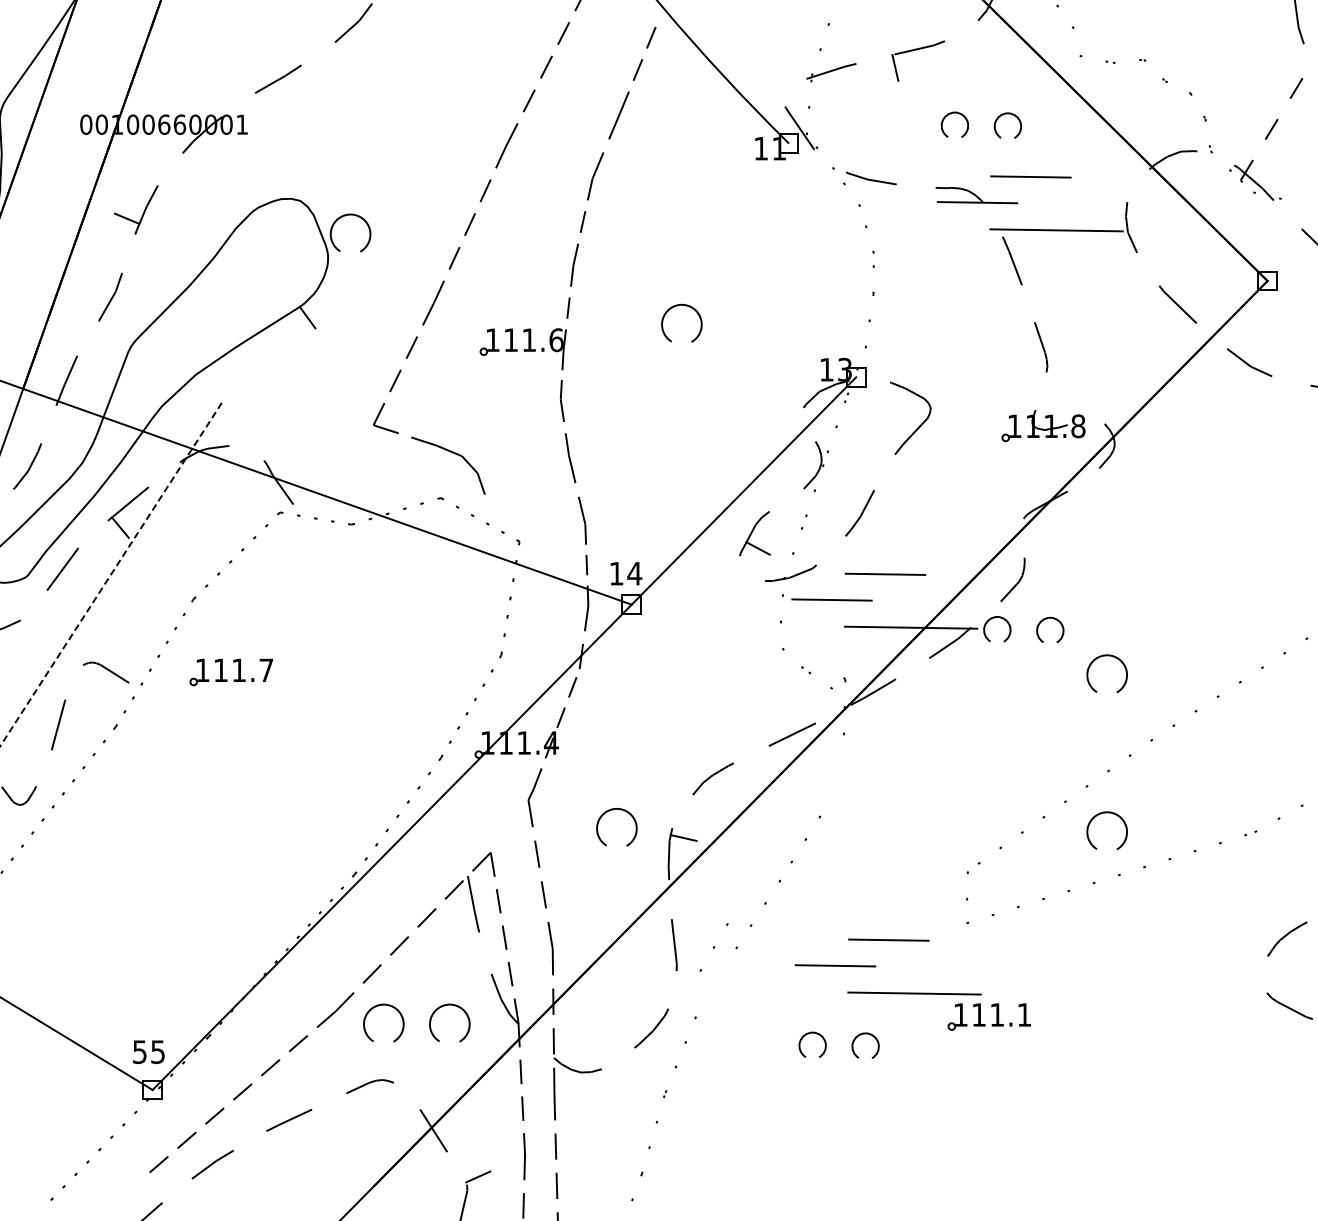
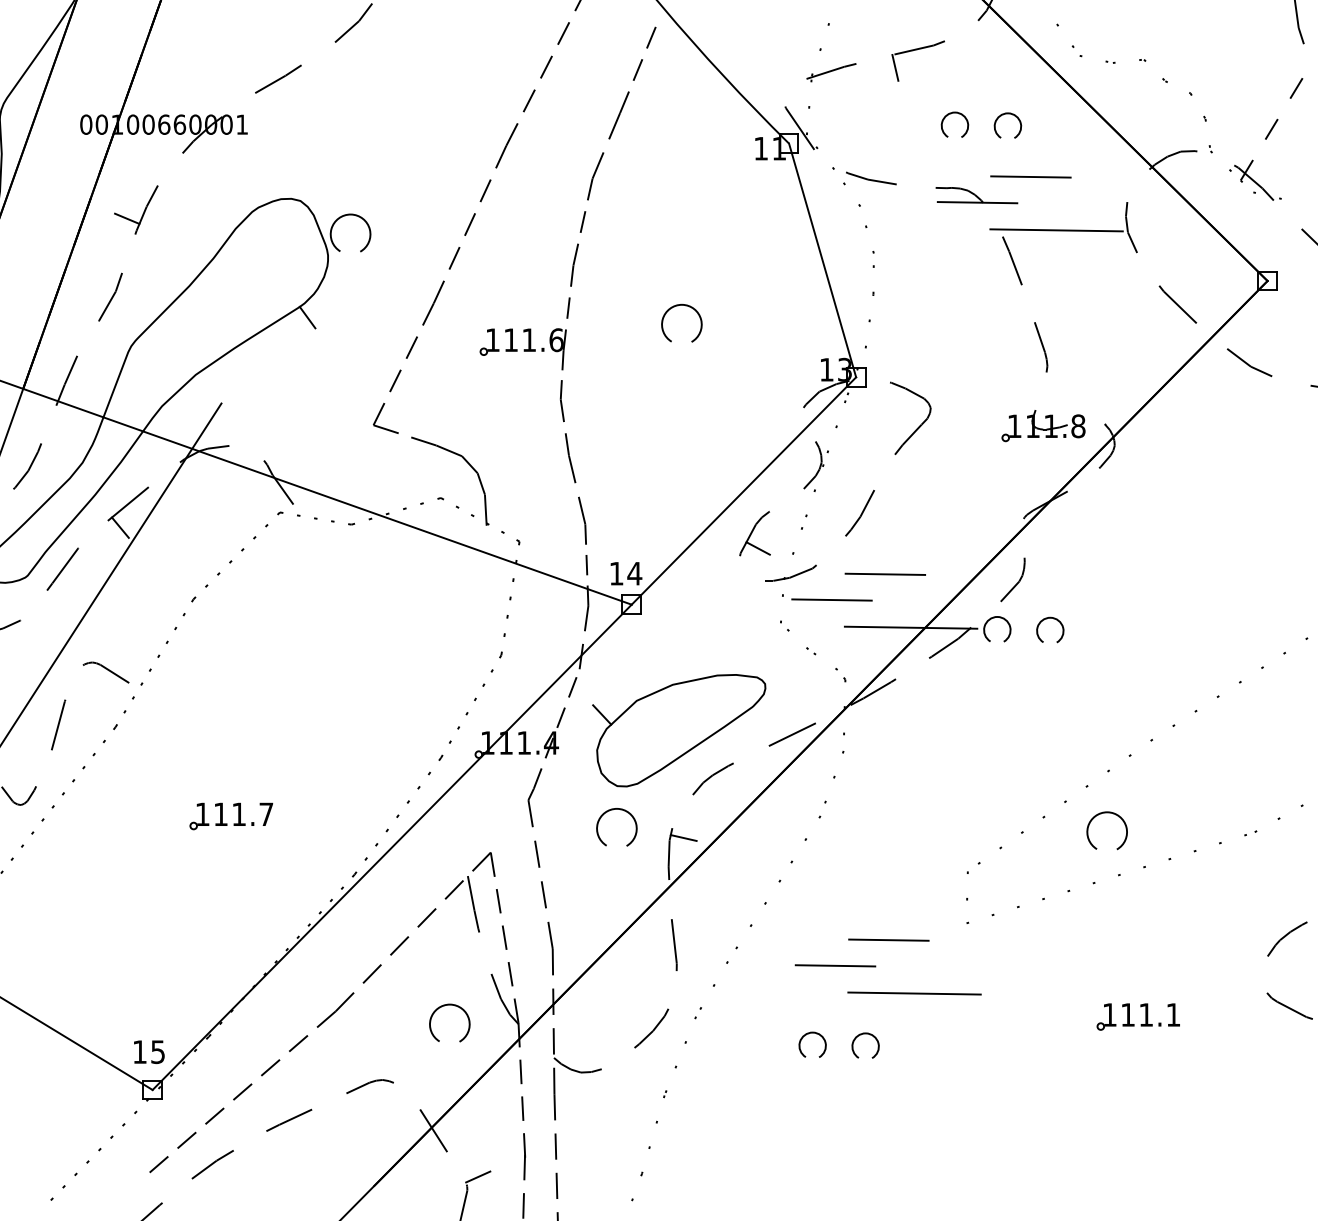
line at (1058, 7) position: (1058, 7) -> (1058, 26)
line at (822, 260): none -> present
line at (485, 509): none -> present
line at (111, 574): dashed -> solid
part at (1101, 657): present -> none
part at (807, 668) position: (807, 668) -> (812, 649)
part at (238, 672) position: (238, 672) -> (238, 816)
part at (679, 730): none -> present
line at (834, 777): none -> present
line at (713, 947) position: (713, 947) -> (713, 985)
part at (378, 1006): present -> none
part at (980, 1016) position: (980, 1016) -> (1129, 1016)
text at (139, 1052): 55 -> 15
